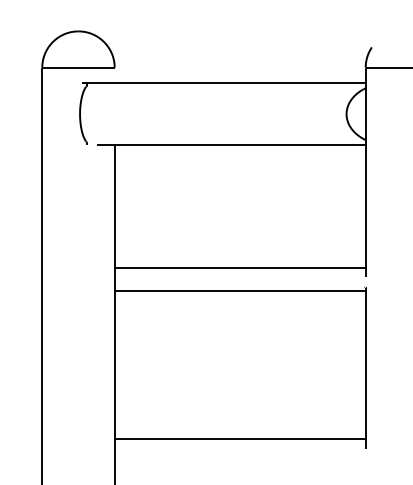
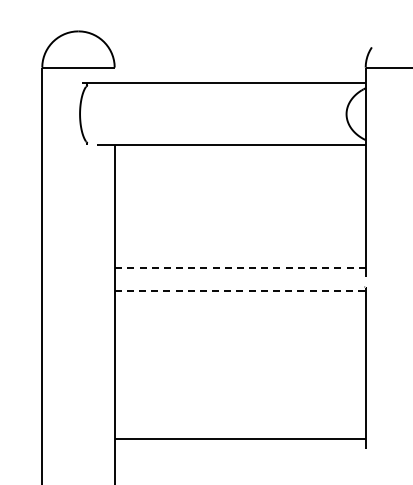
line at (239, 268): solid -> dashed
line at (240, 291): solid -> dashed
